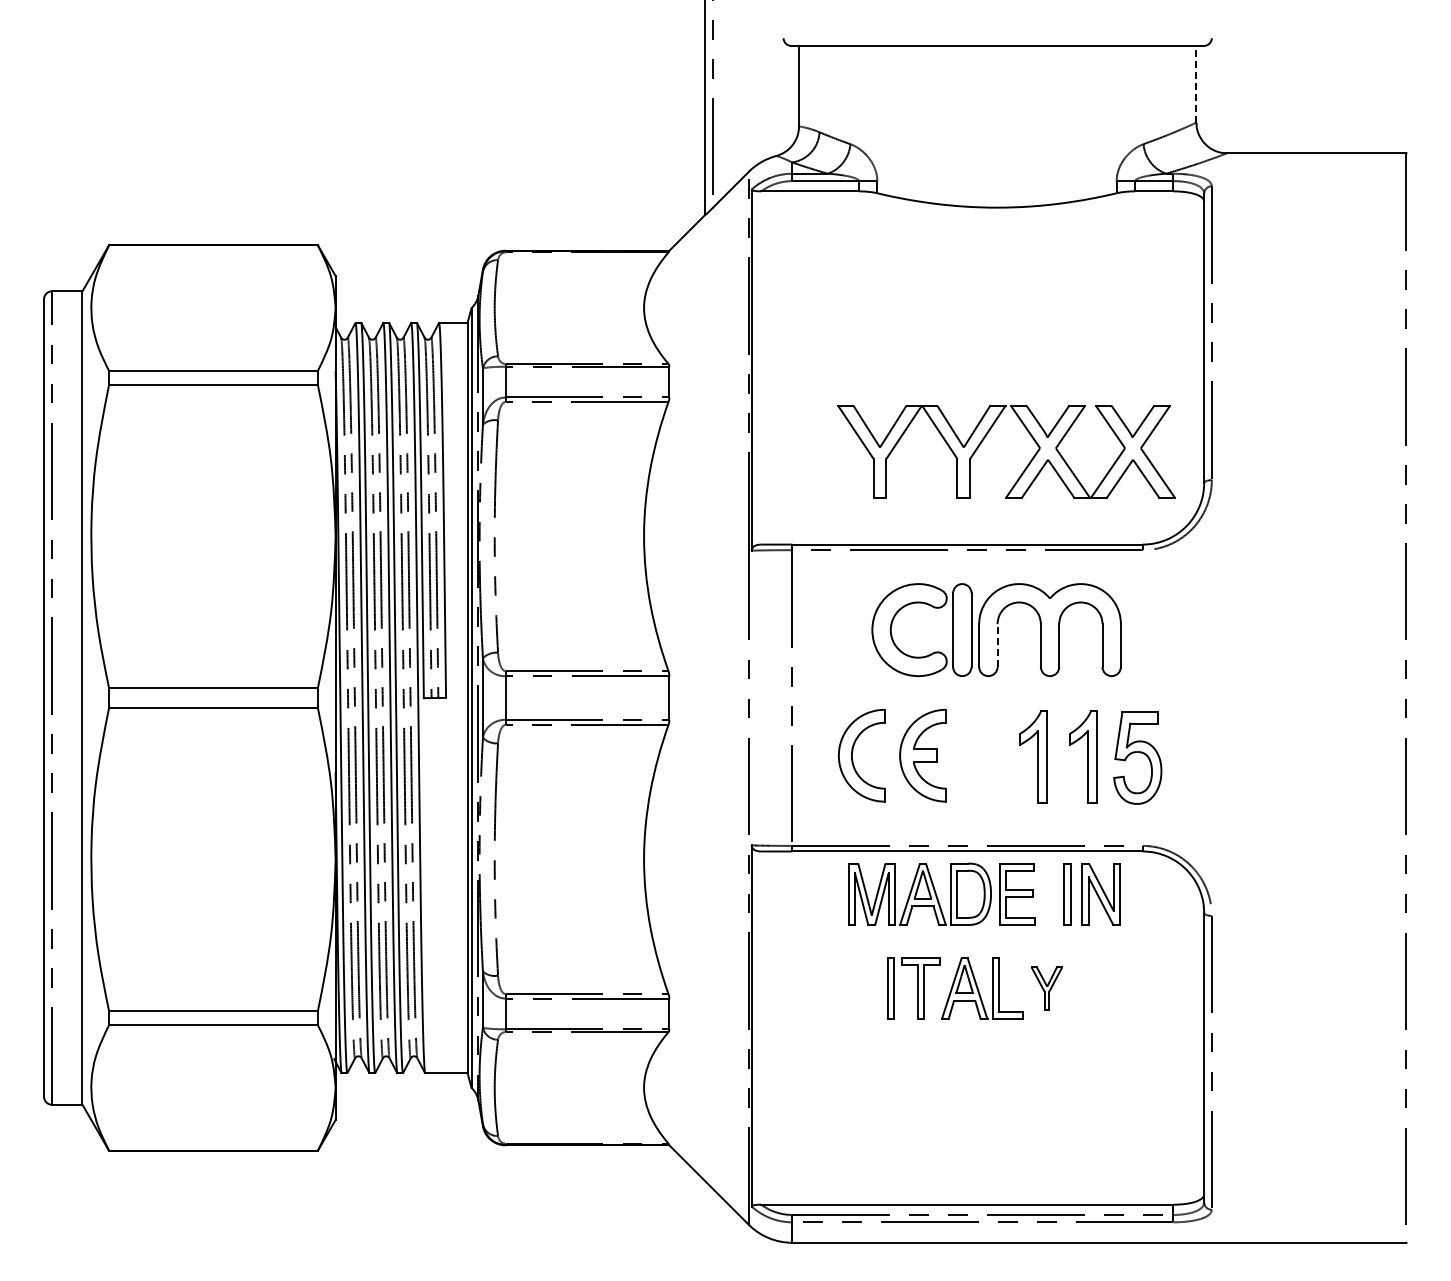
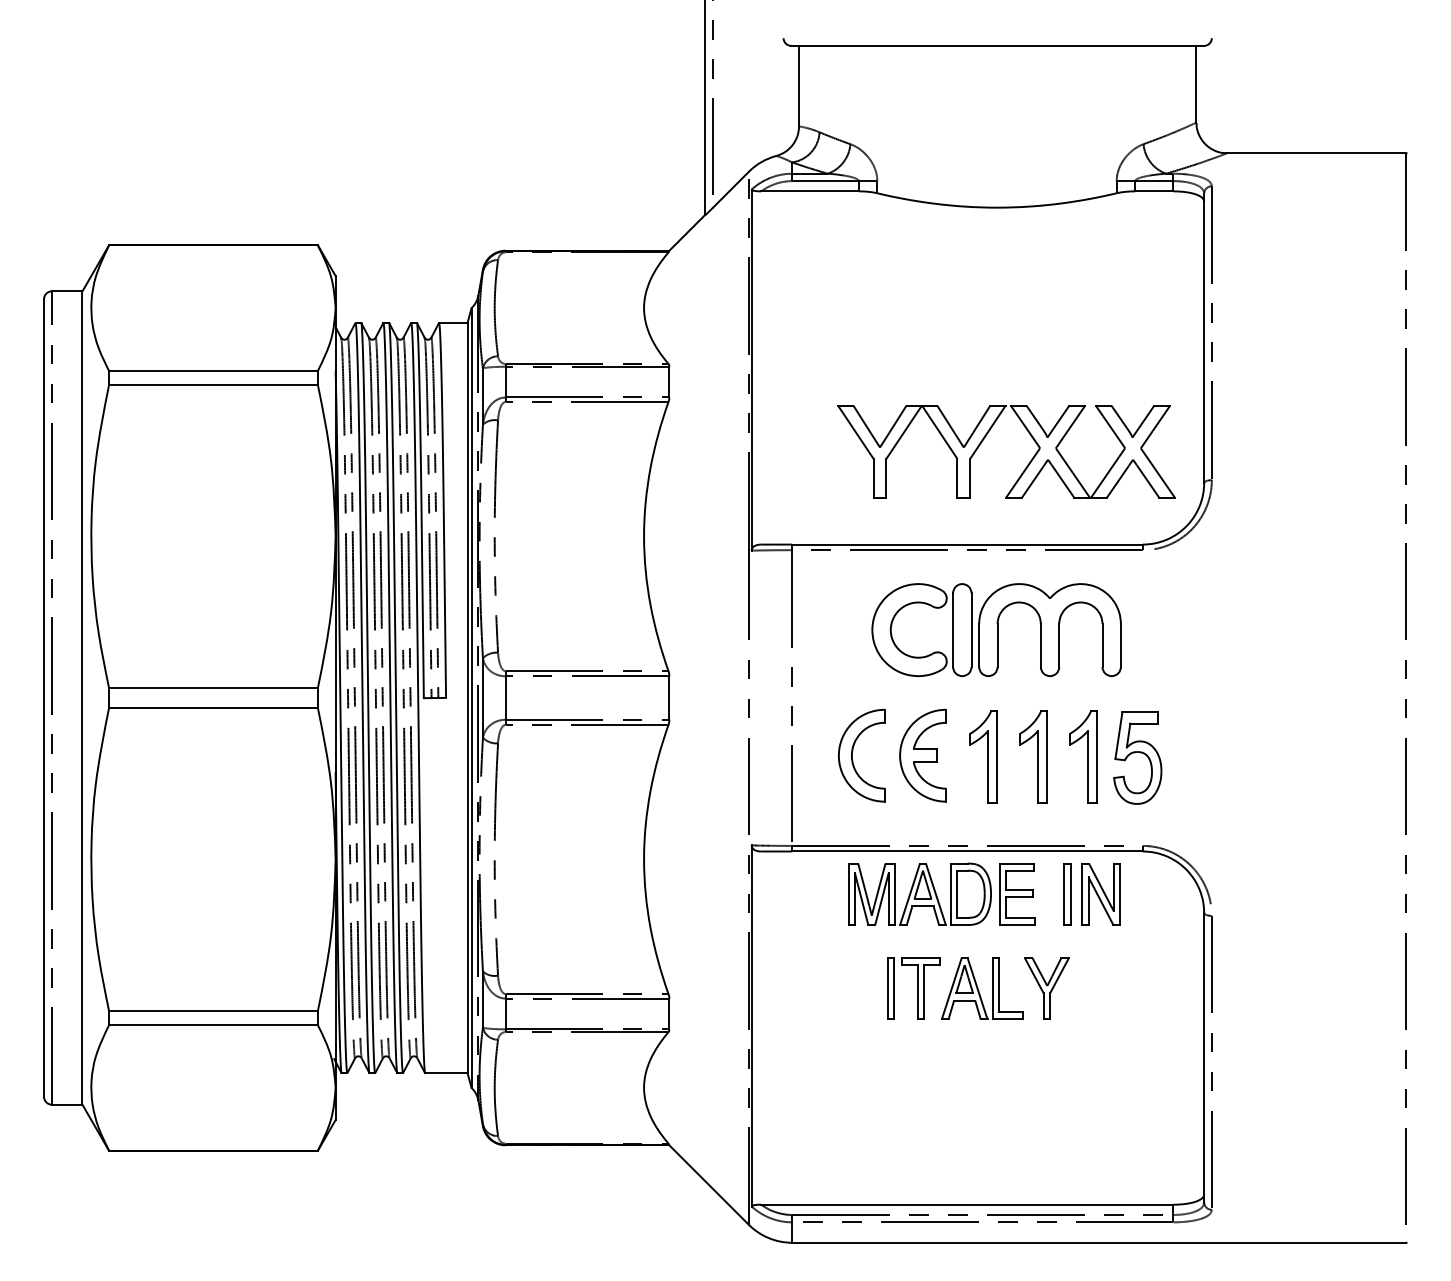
line at (1196, 84): dashed -> solid
line at (997, 645): dashed -> solid
part at (983, 756): none -> present
part at (1046, 988) size: 32x45 px -> 46x63 px
